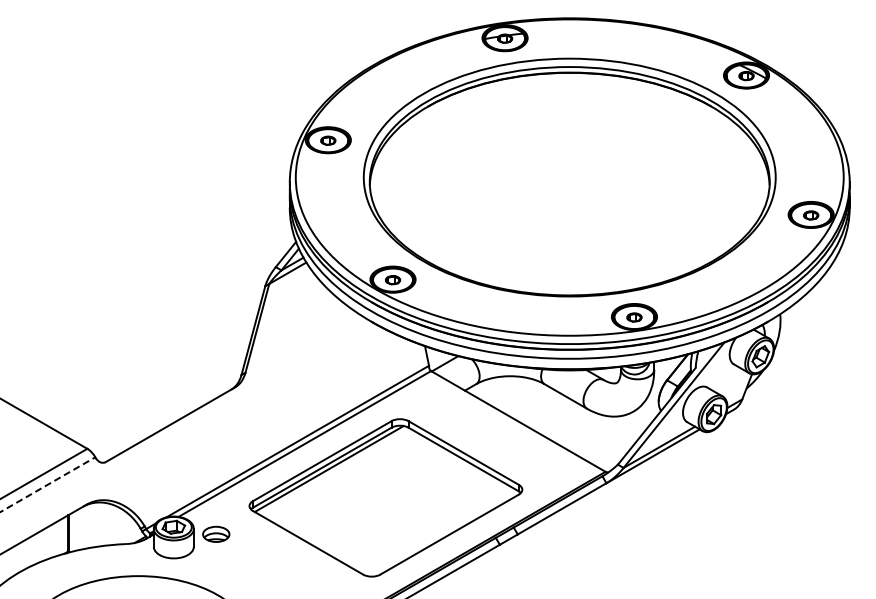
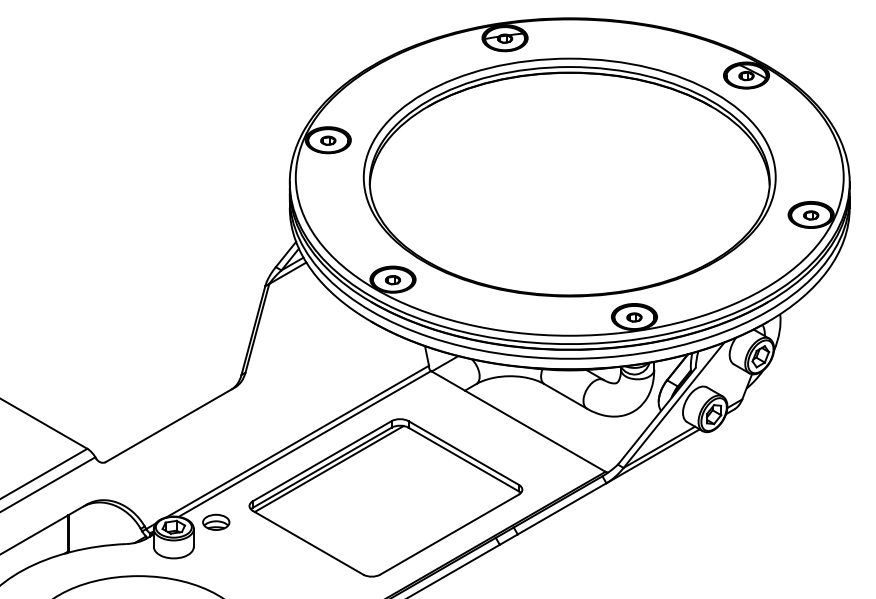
line at (47, 484): dashed -> solid
part at (216, 533) position: (216, 533) -> (216, 521)
